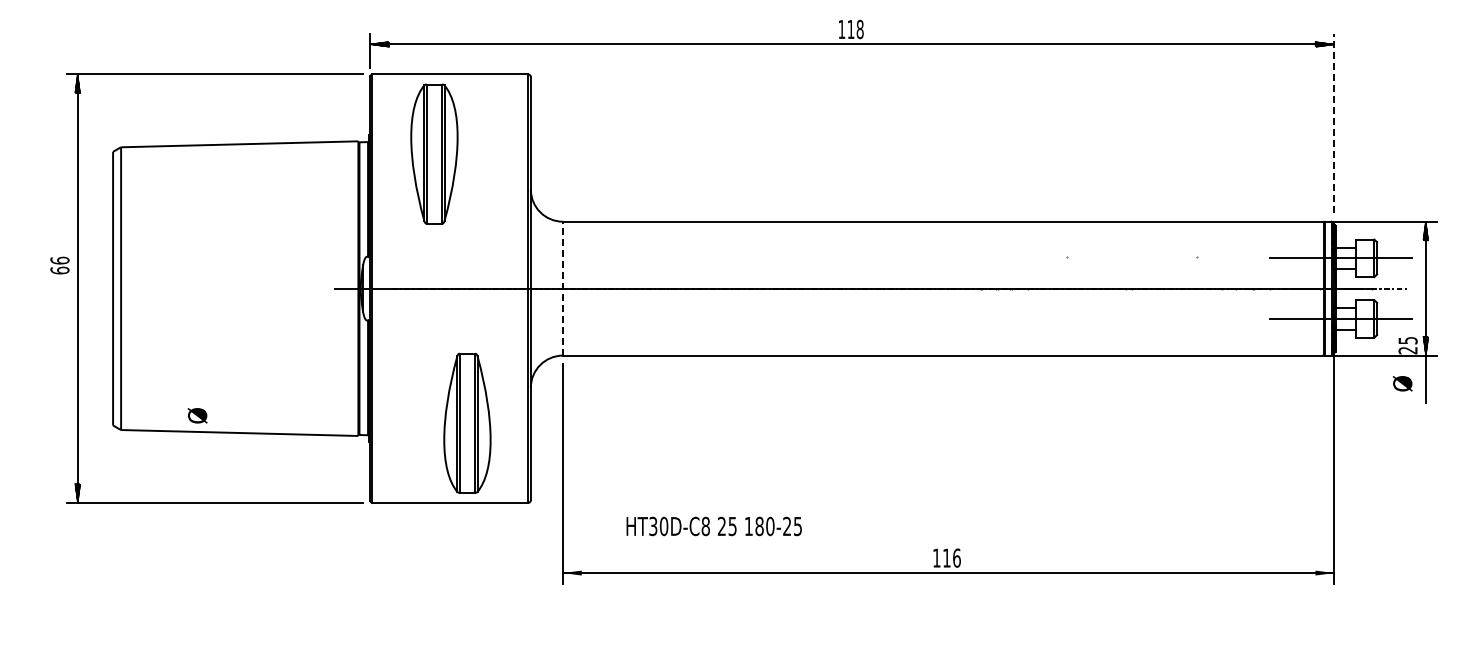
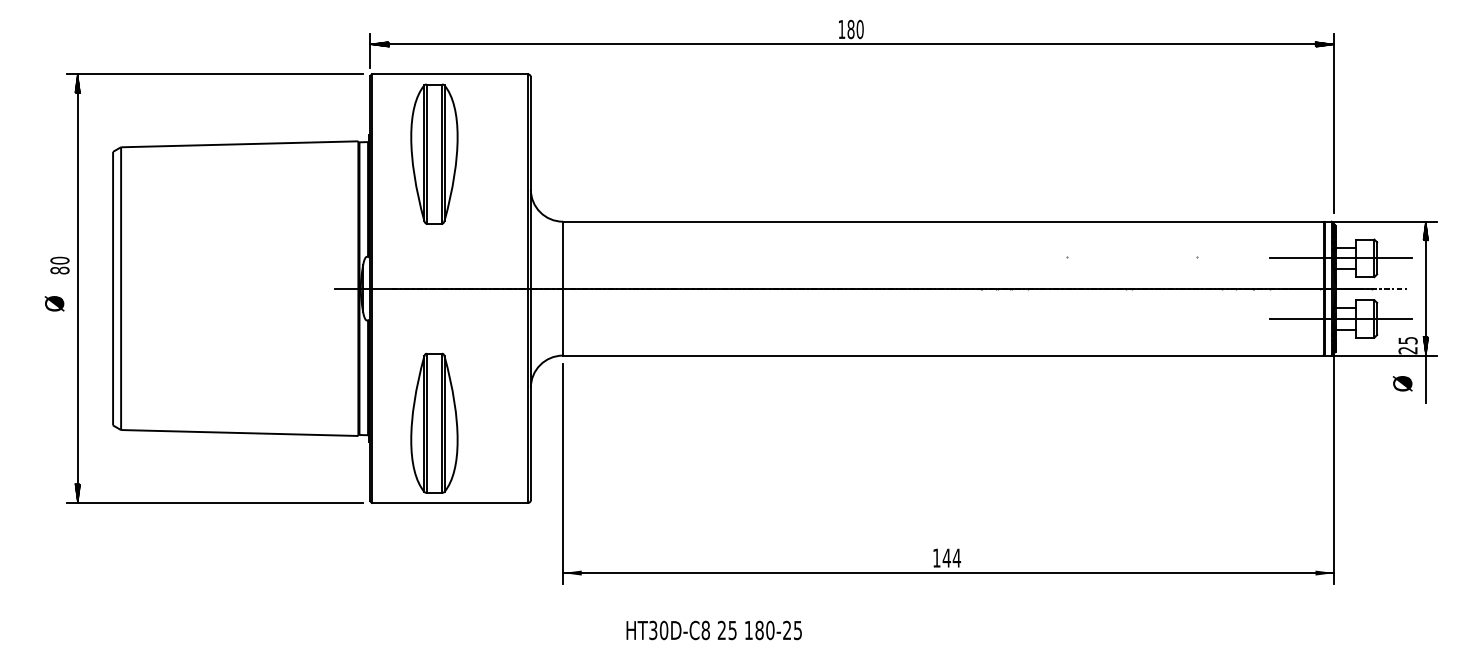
text at (855, 29): 118 -> 180
line at (1334, 123): dashed -> solid
text at (59, 265): 66 -> 80
line at (562, 288): dashed -> solid
text at (197, 415) position: (197, 415) -> (54, 303)
part at (467, 422) position: (467, 422) -> (434, 422)
text at (713, 526) position: (713, 526) -> (713, 630)
text at (951, 557): 116 -> 144
